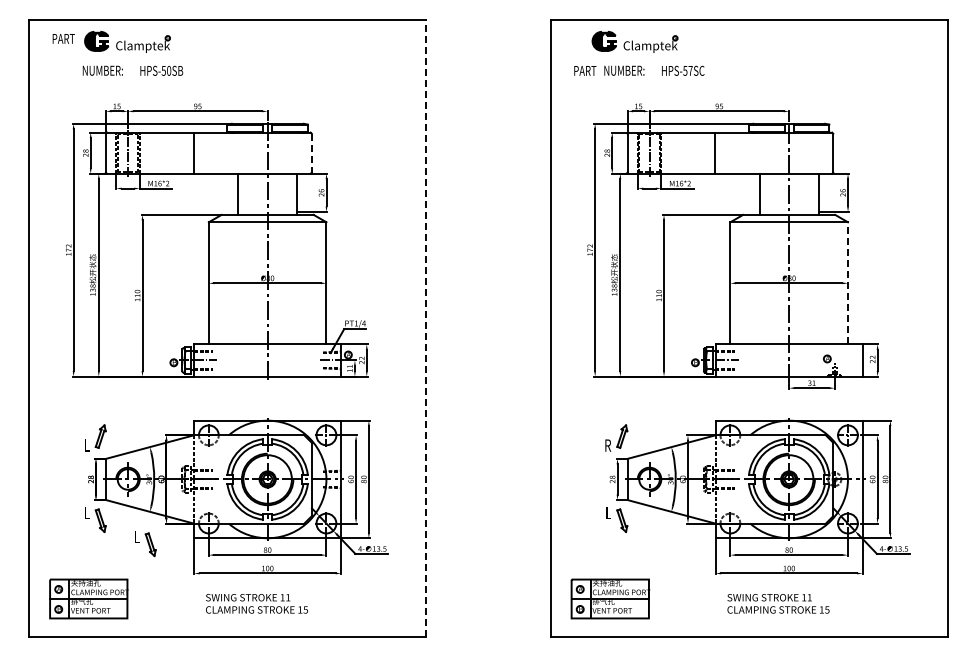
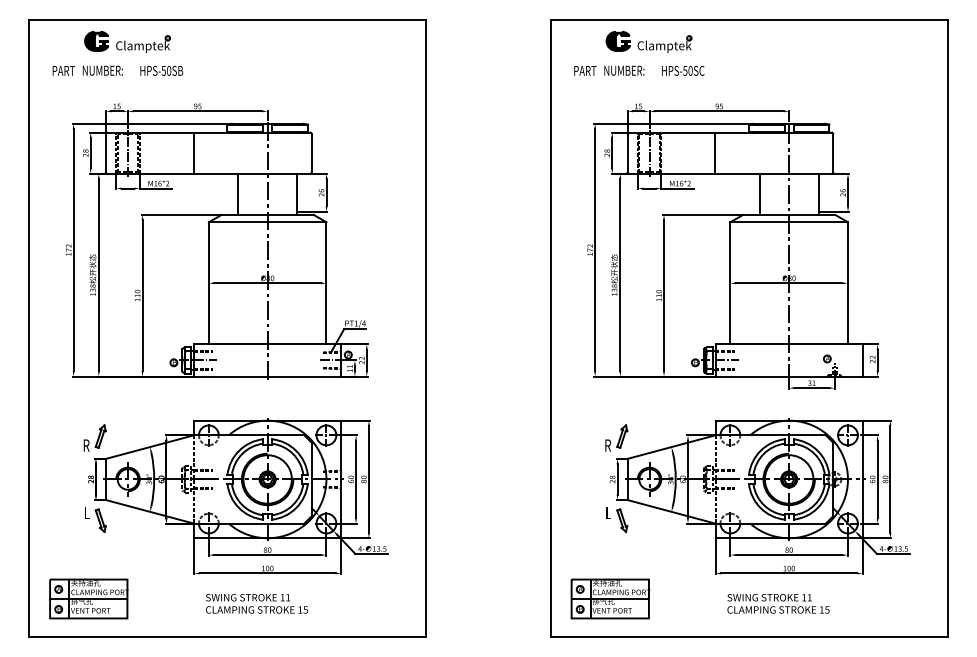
text at (63, 38) position: (63, 38) -> (63, 70)
part at (634, 41) position: (634, 41) -> (648, 41)
text at (690, 70): HPS-57SC -> HPS-50SC
line at (311, 153): dashed -> solid
line at (847, 283): dashed -> solid
line at (426, 328): dashed -> solid
text at (86, 445): L -> R
part at (145, 543): present -> none
